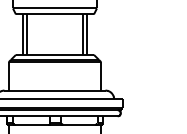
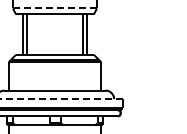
line at (54, 8): solid -> dashed
line at (61, 99): solid -> dashed
